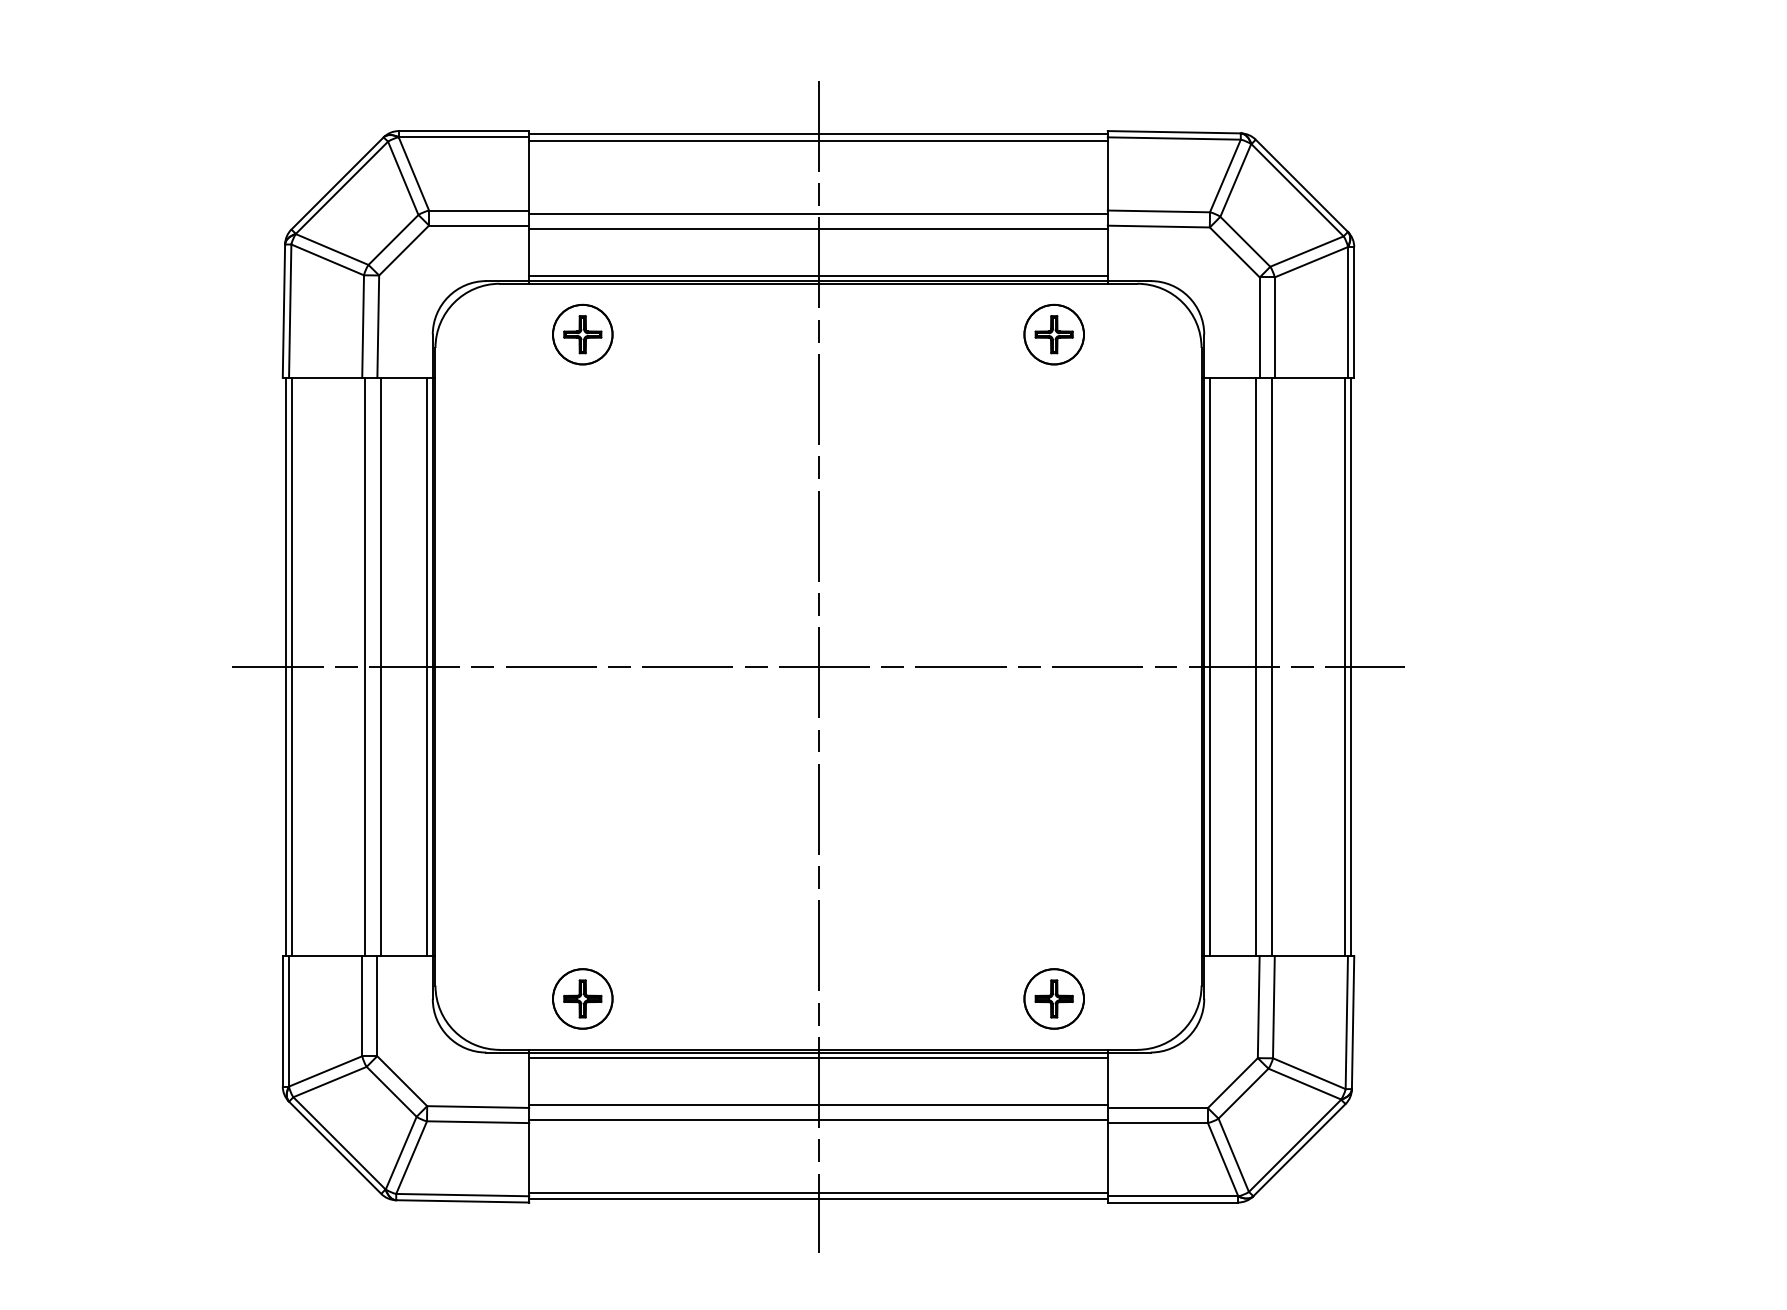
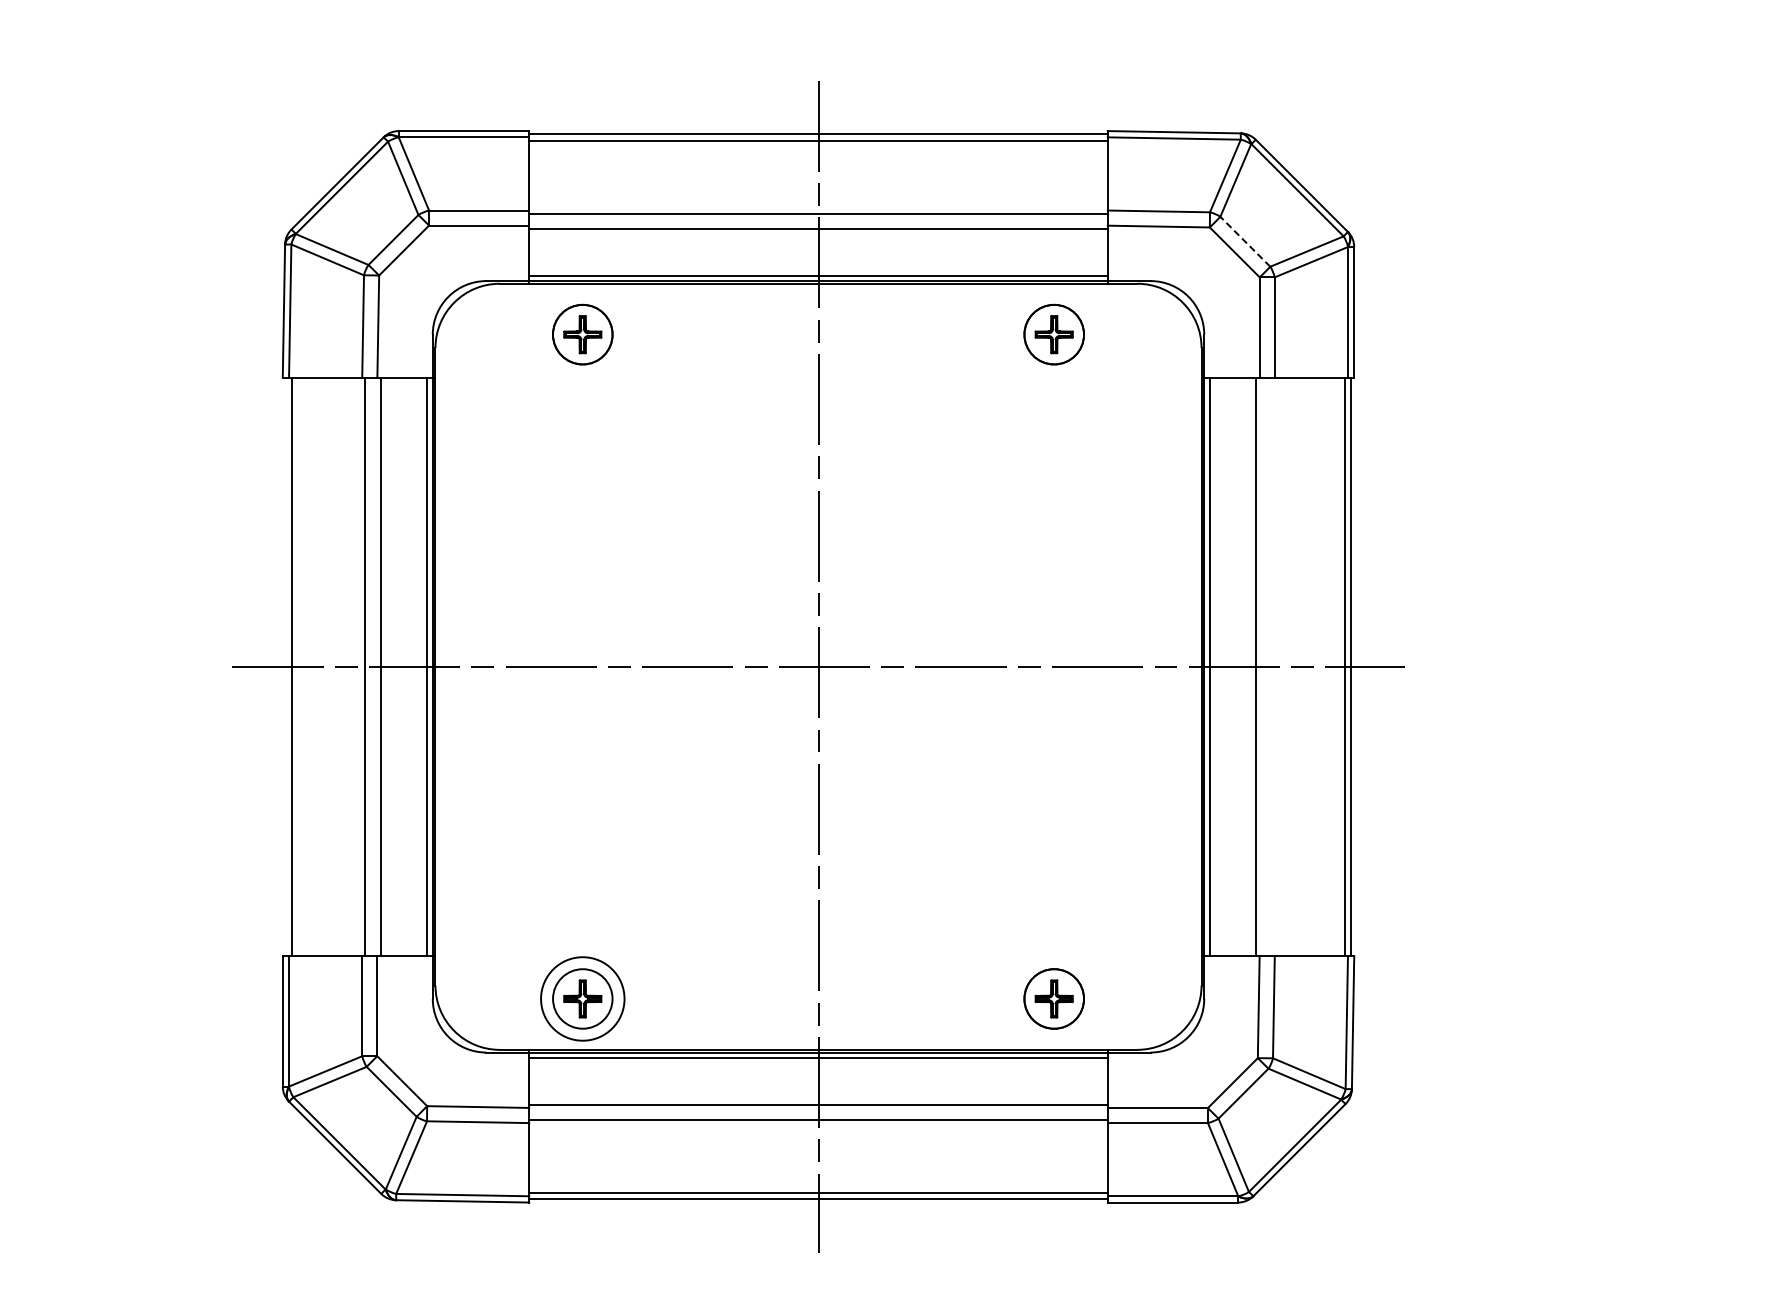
line at (1244, 241): solid -> dashed
line at (286, 666): present -> none
line at (1271, 666): present -> none
circle at (582, 998) diameter: 60 px -> 83 px
